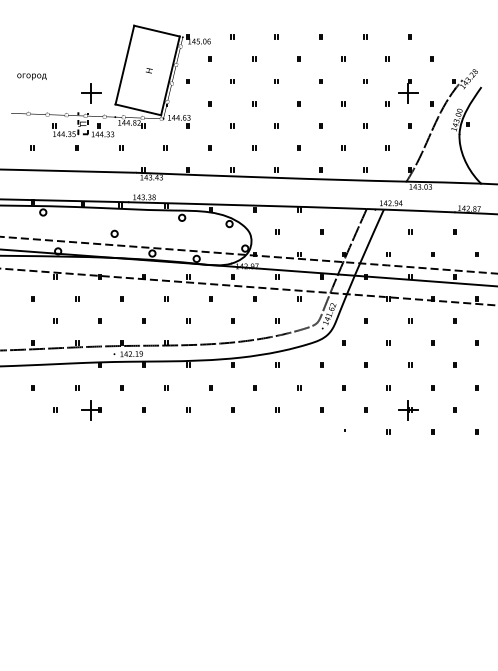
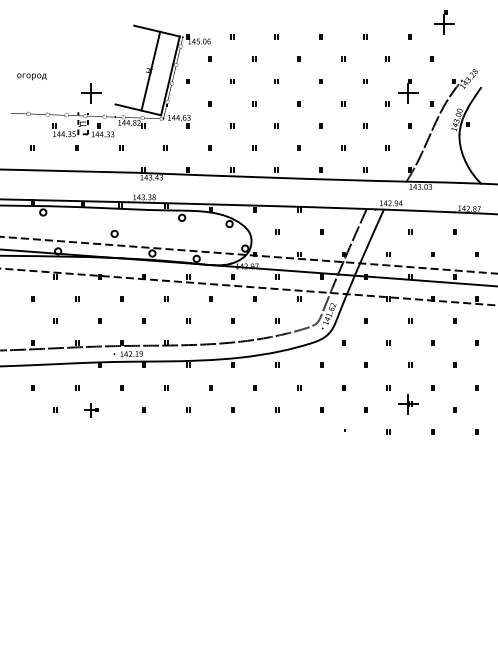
part at (444, 22): none -> present
line at (124, 64) position: (124, 64) -> (150, 70)
part at (91, 410) size: 21x21 px -> 15x15 px
part at (408, 410) position: (408, 410) -> (408, 404)
